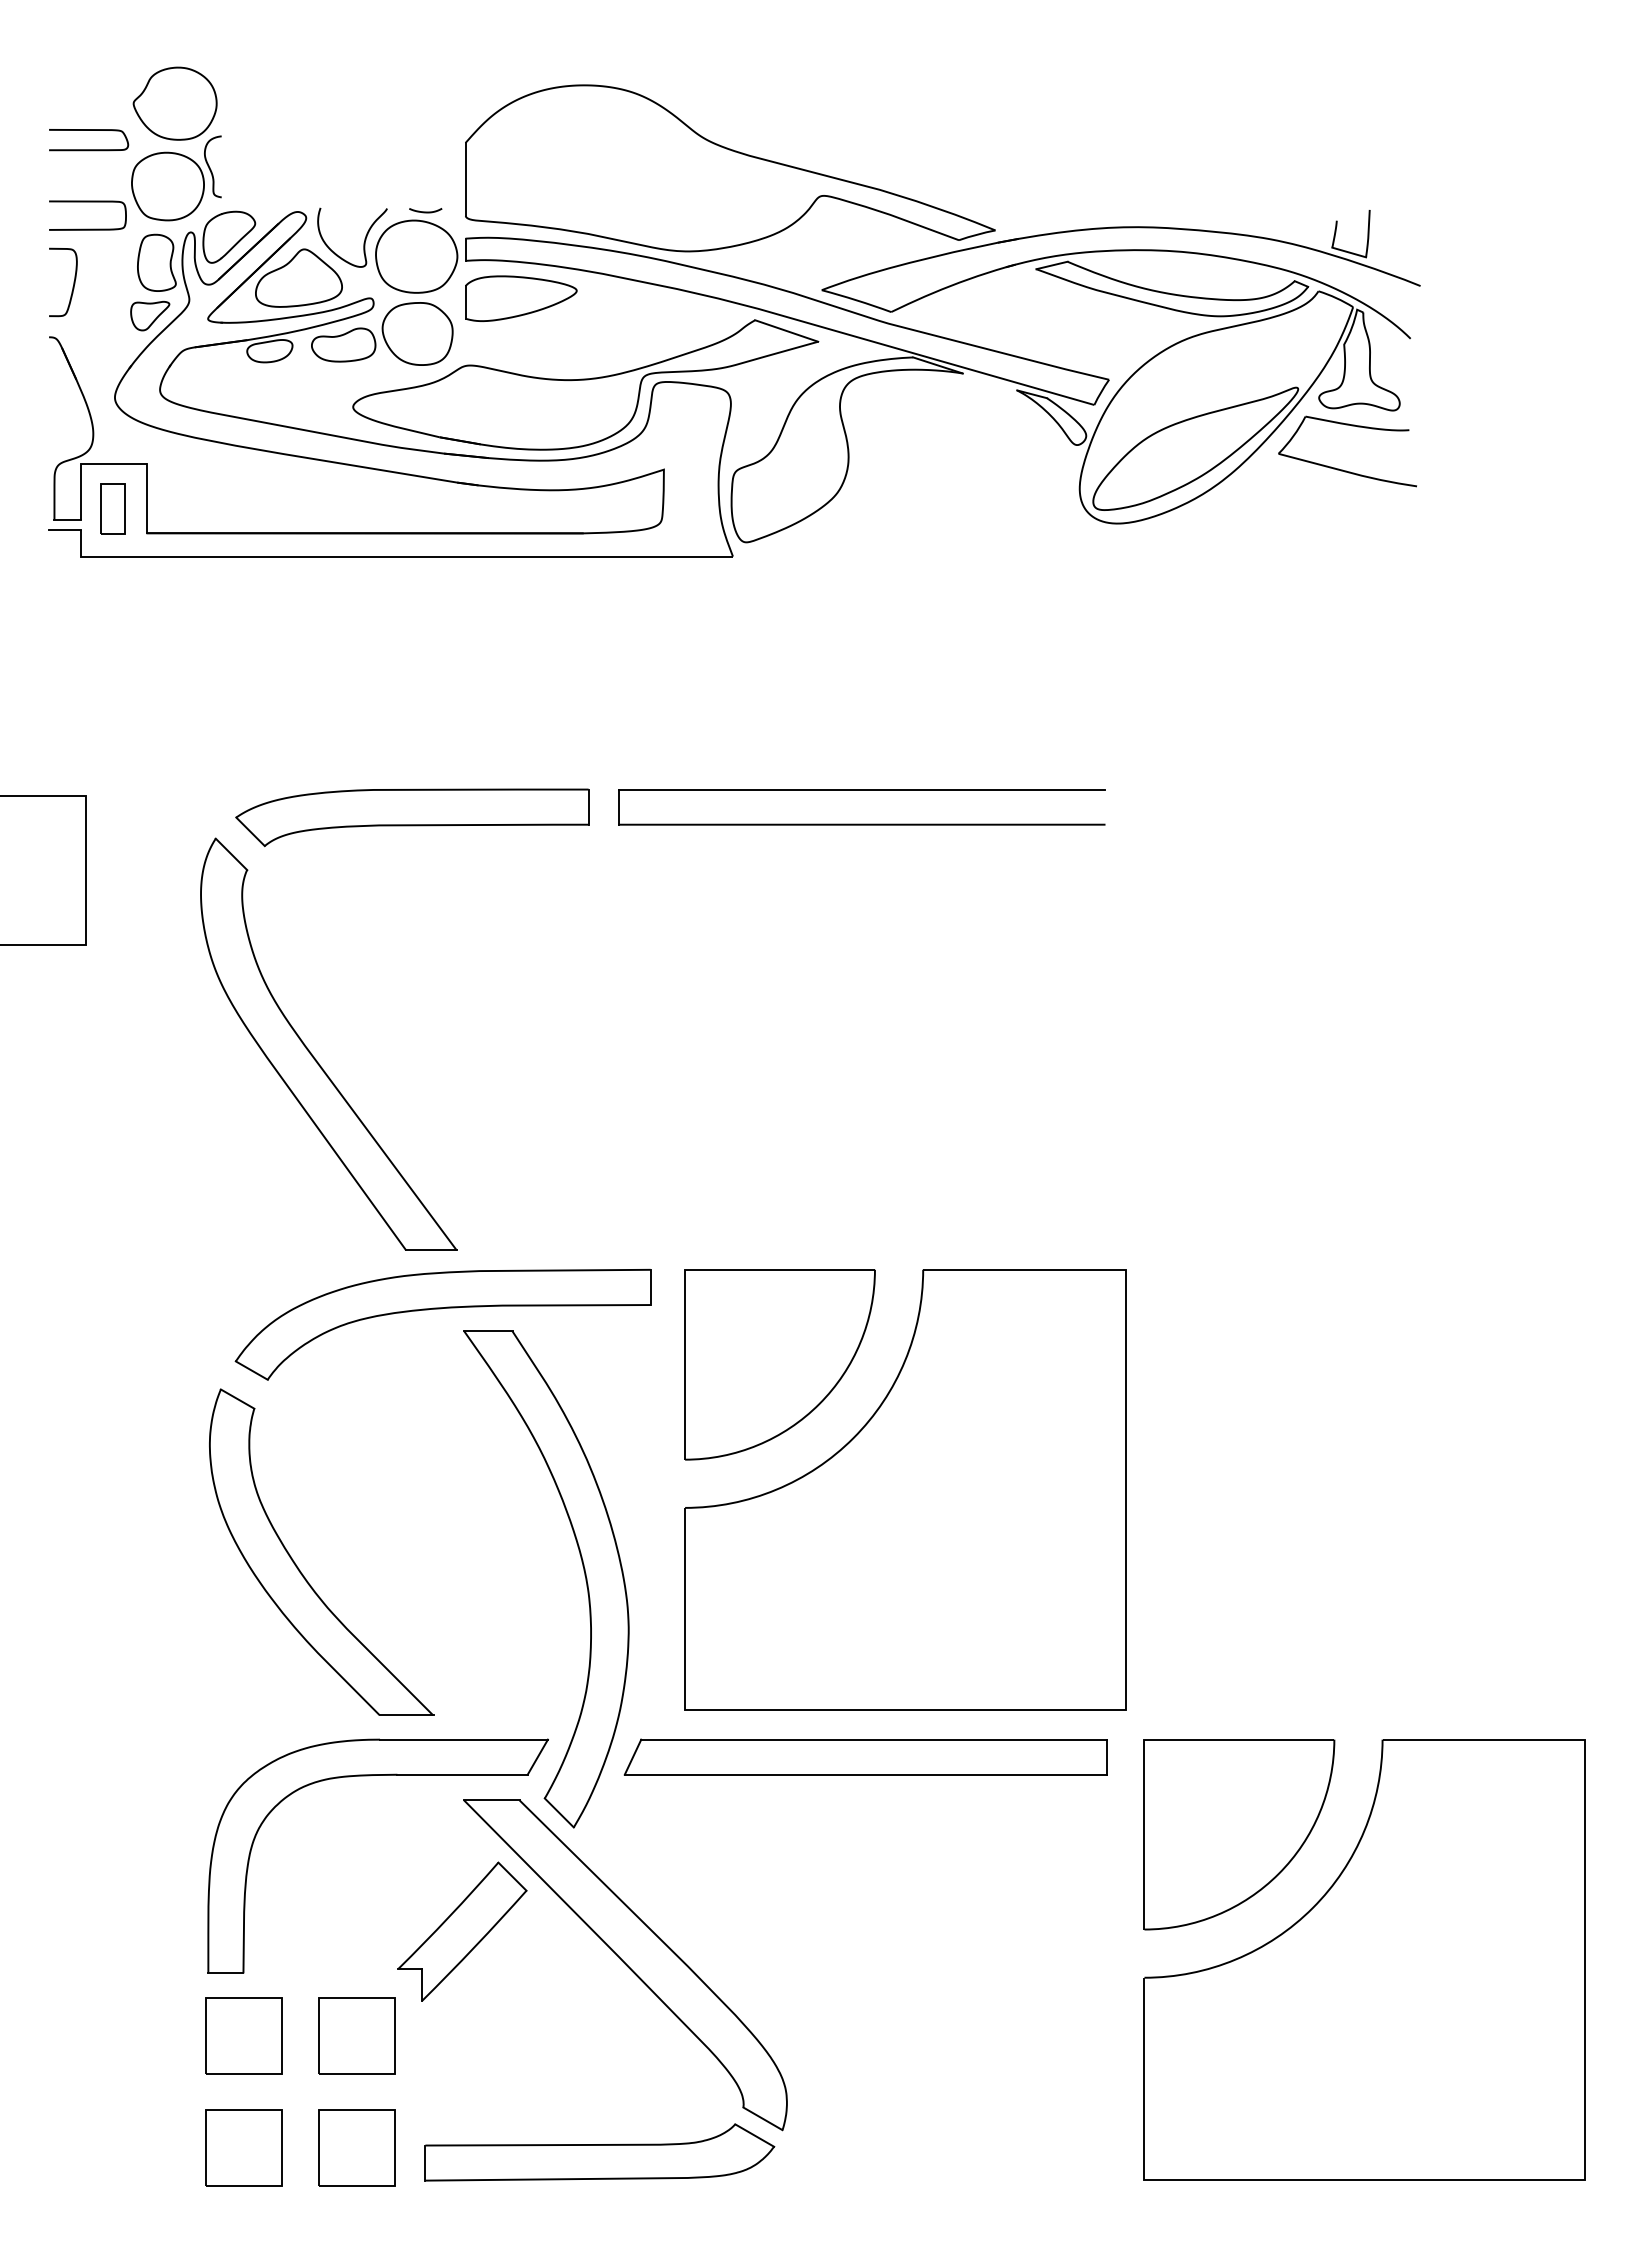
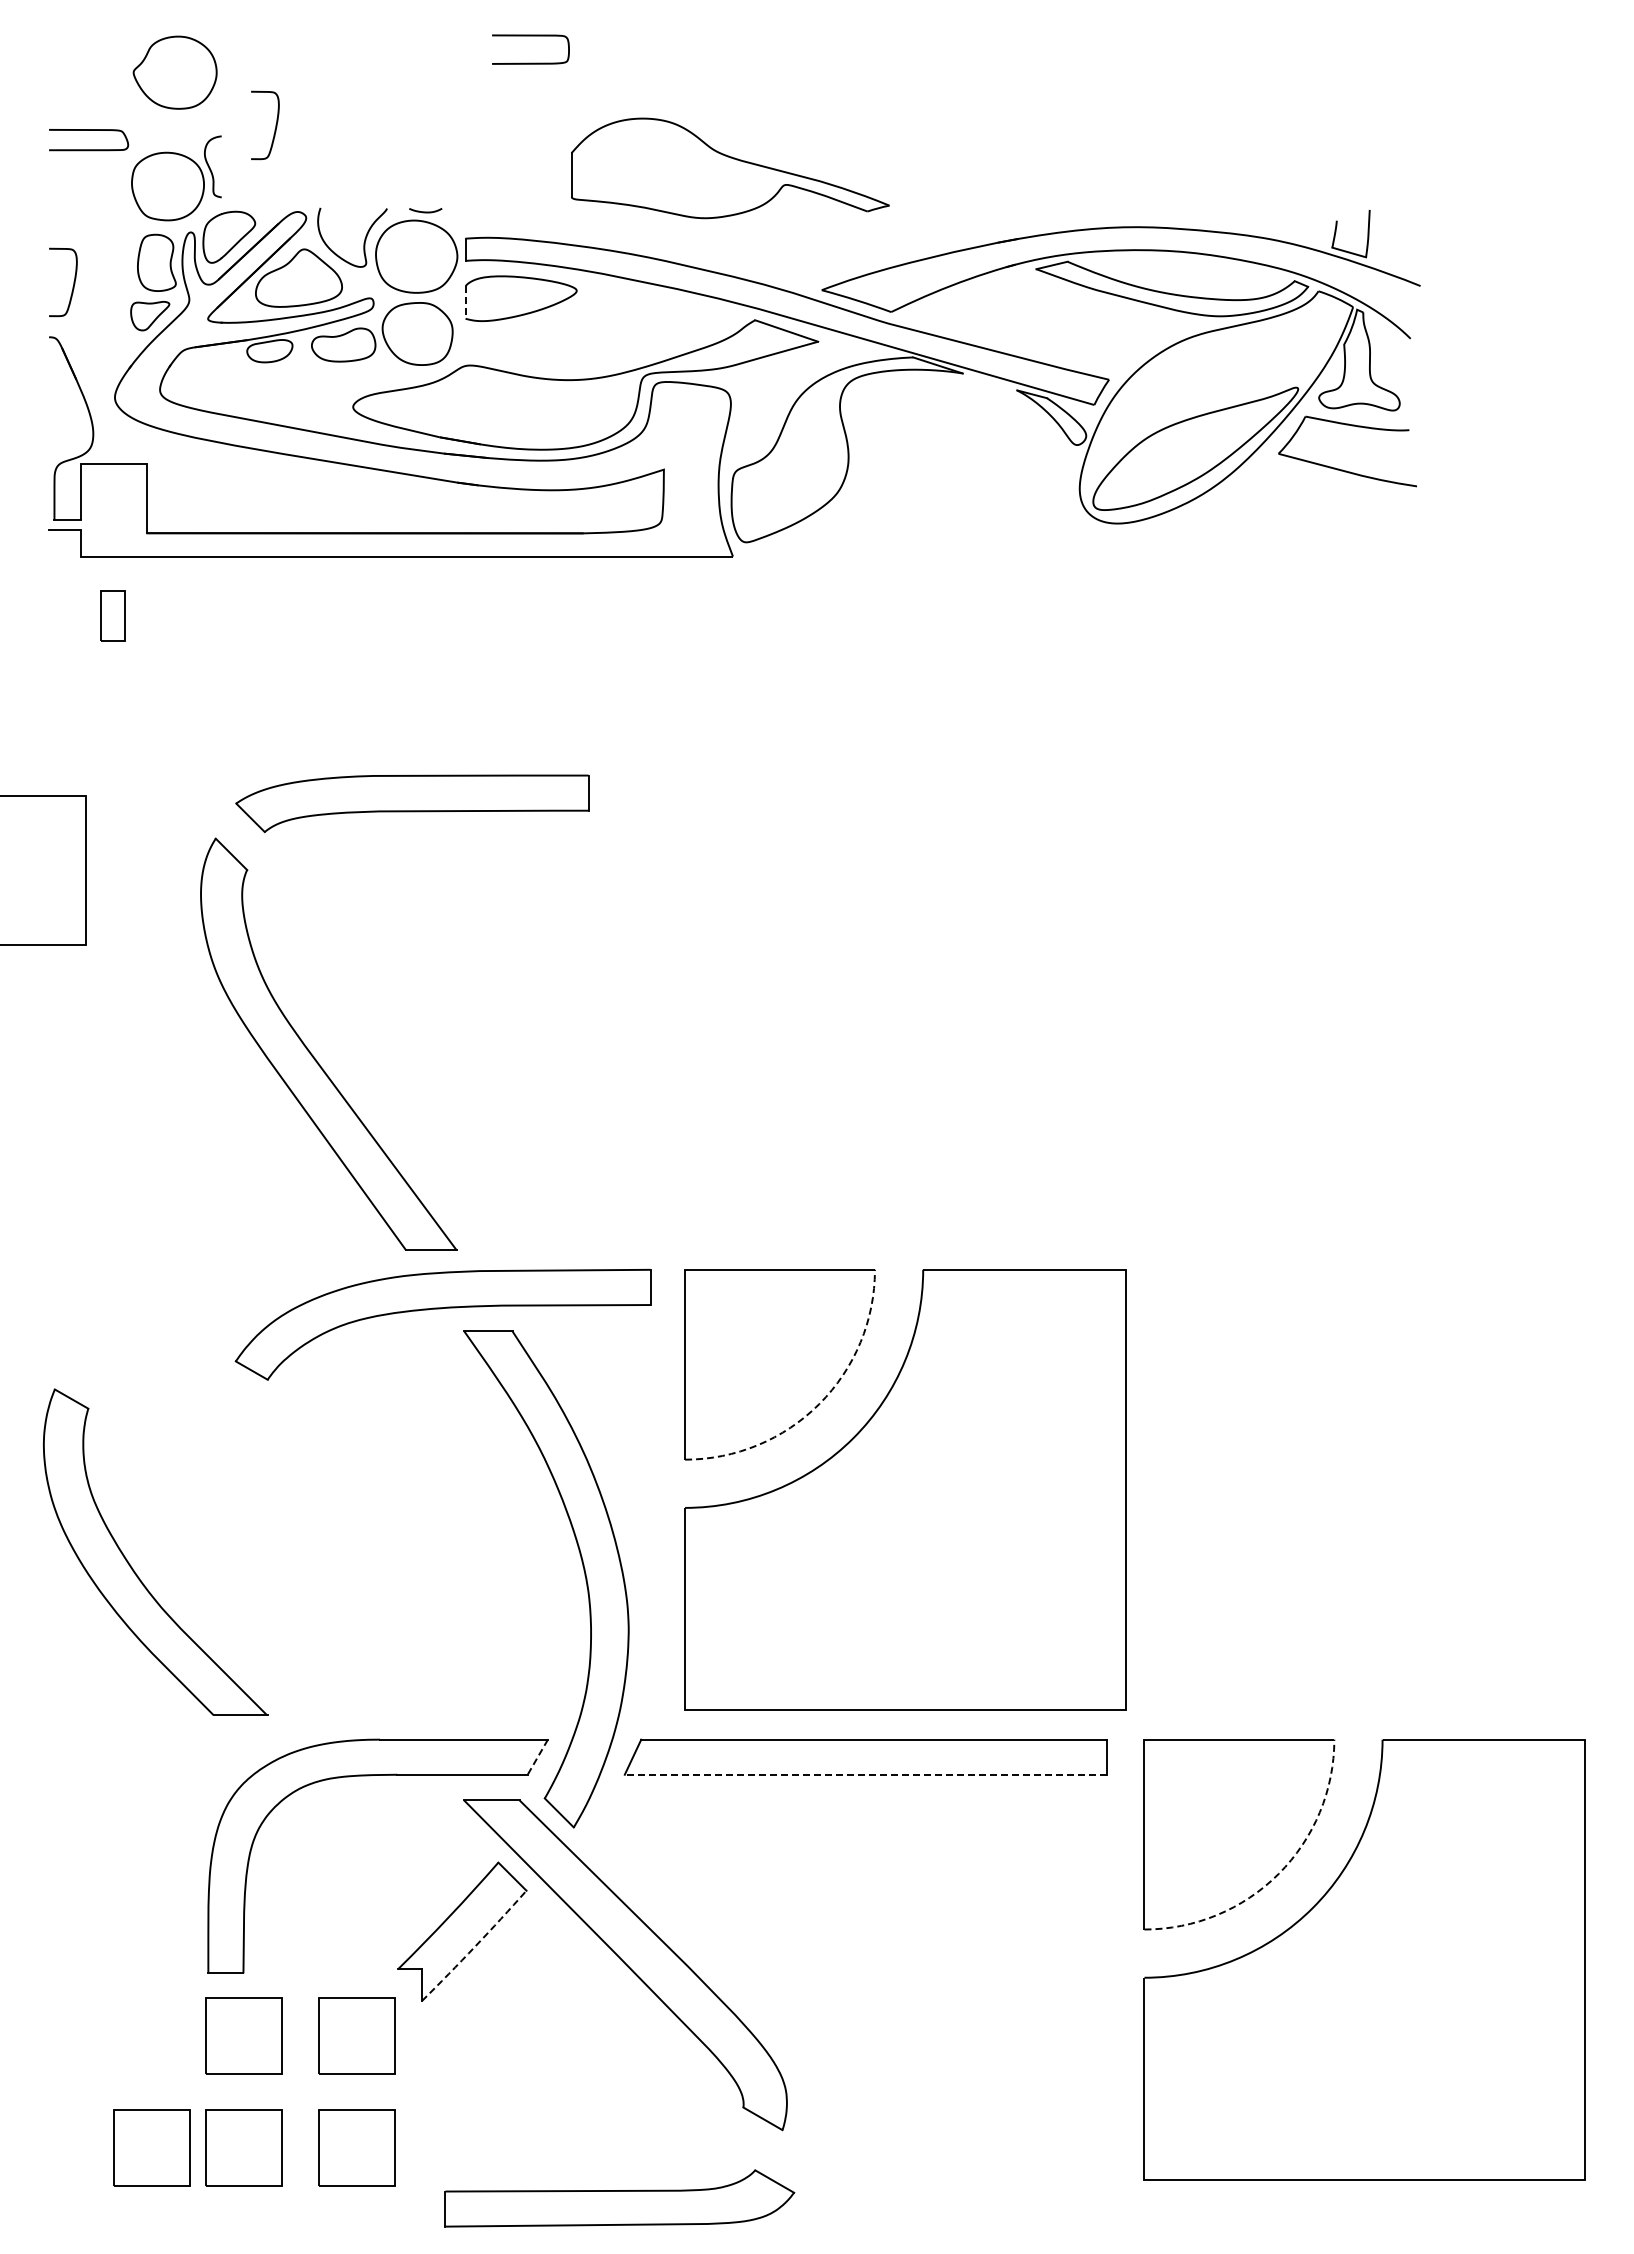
part at (174, 103) position: (174, 103) -> (174, 72)
curve at (274, 129): none -> present
part at (730, 168) size: 531x169 px -> 319x103 px
curve at (87, 202) position: (87, 202) -> (530, 36)
line at (465, 302): solid -> dashed
part at (112, 508) position: (112, 508) -> (112, 615)
part at (412, 817) position: (412, 817) -> (412, 803)
part at (861, 823): present -> none
arc at (819, 1404): solid -> dashed
part at (297, 1565) position: (297, 1565) -> (131, 1565)
line at (537, 1757): solid -> dashed
line at (865, 1774): solid -> dashed
arc at (1278, 1873): solid -> dashed
arc at (475, 1946): solid -> dashed
part at (151, 2147): none -> present
part at (599, 2152) position: (599, 2152) -> (619, 2198)
